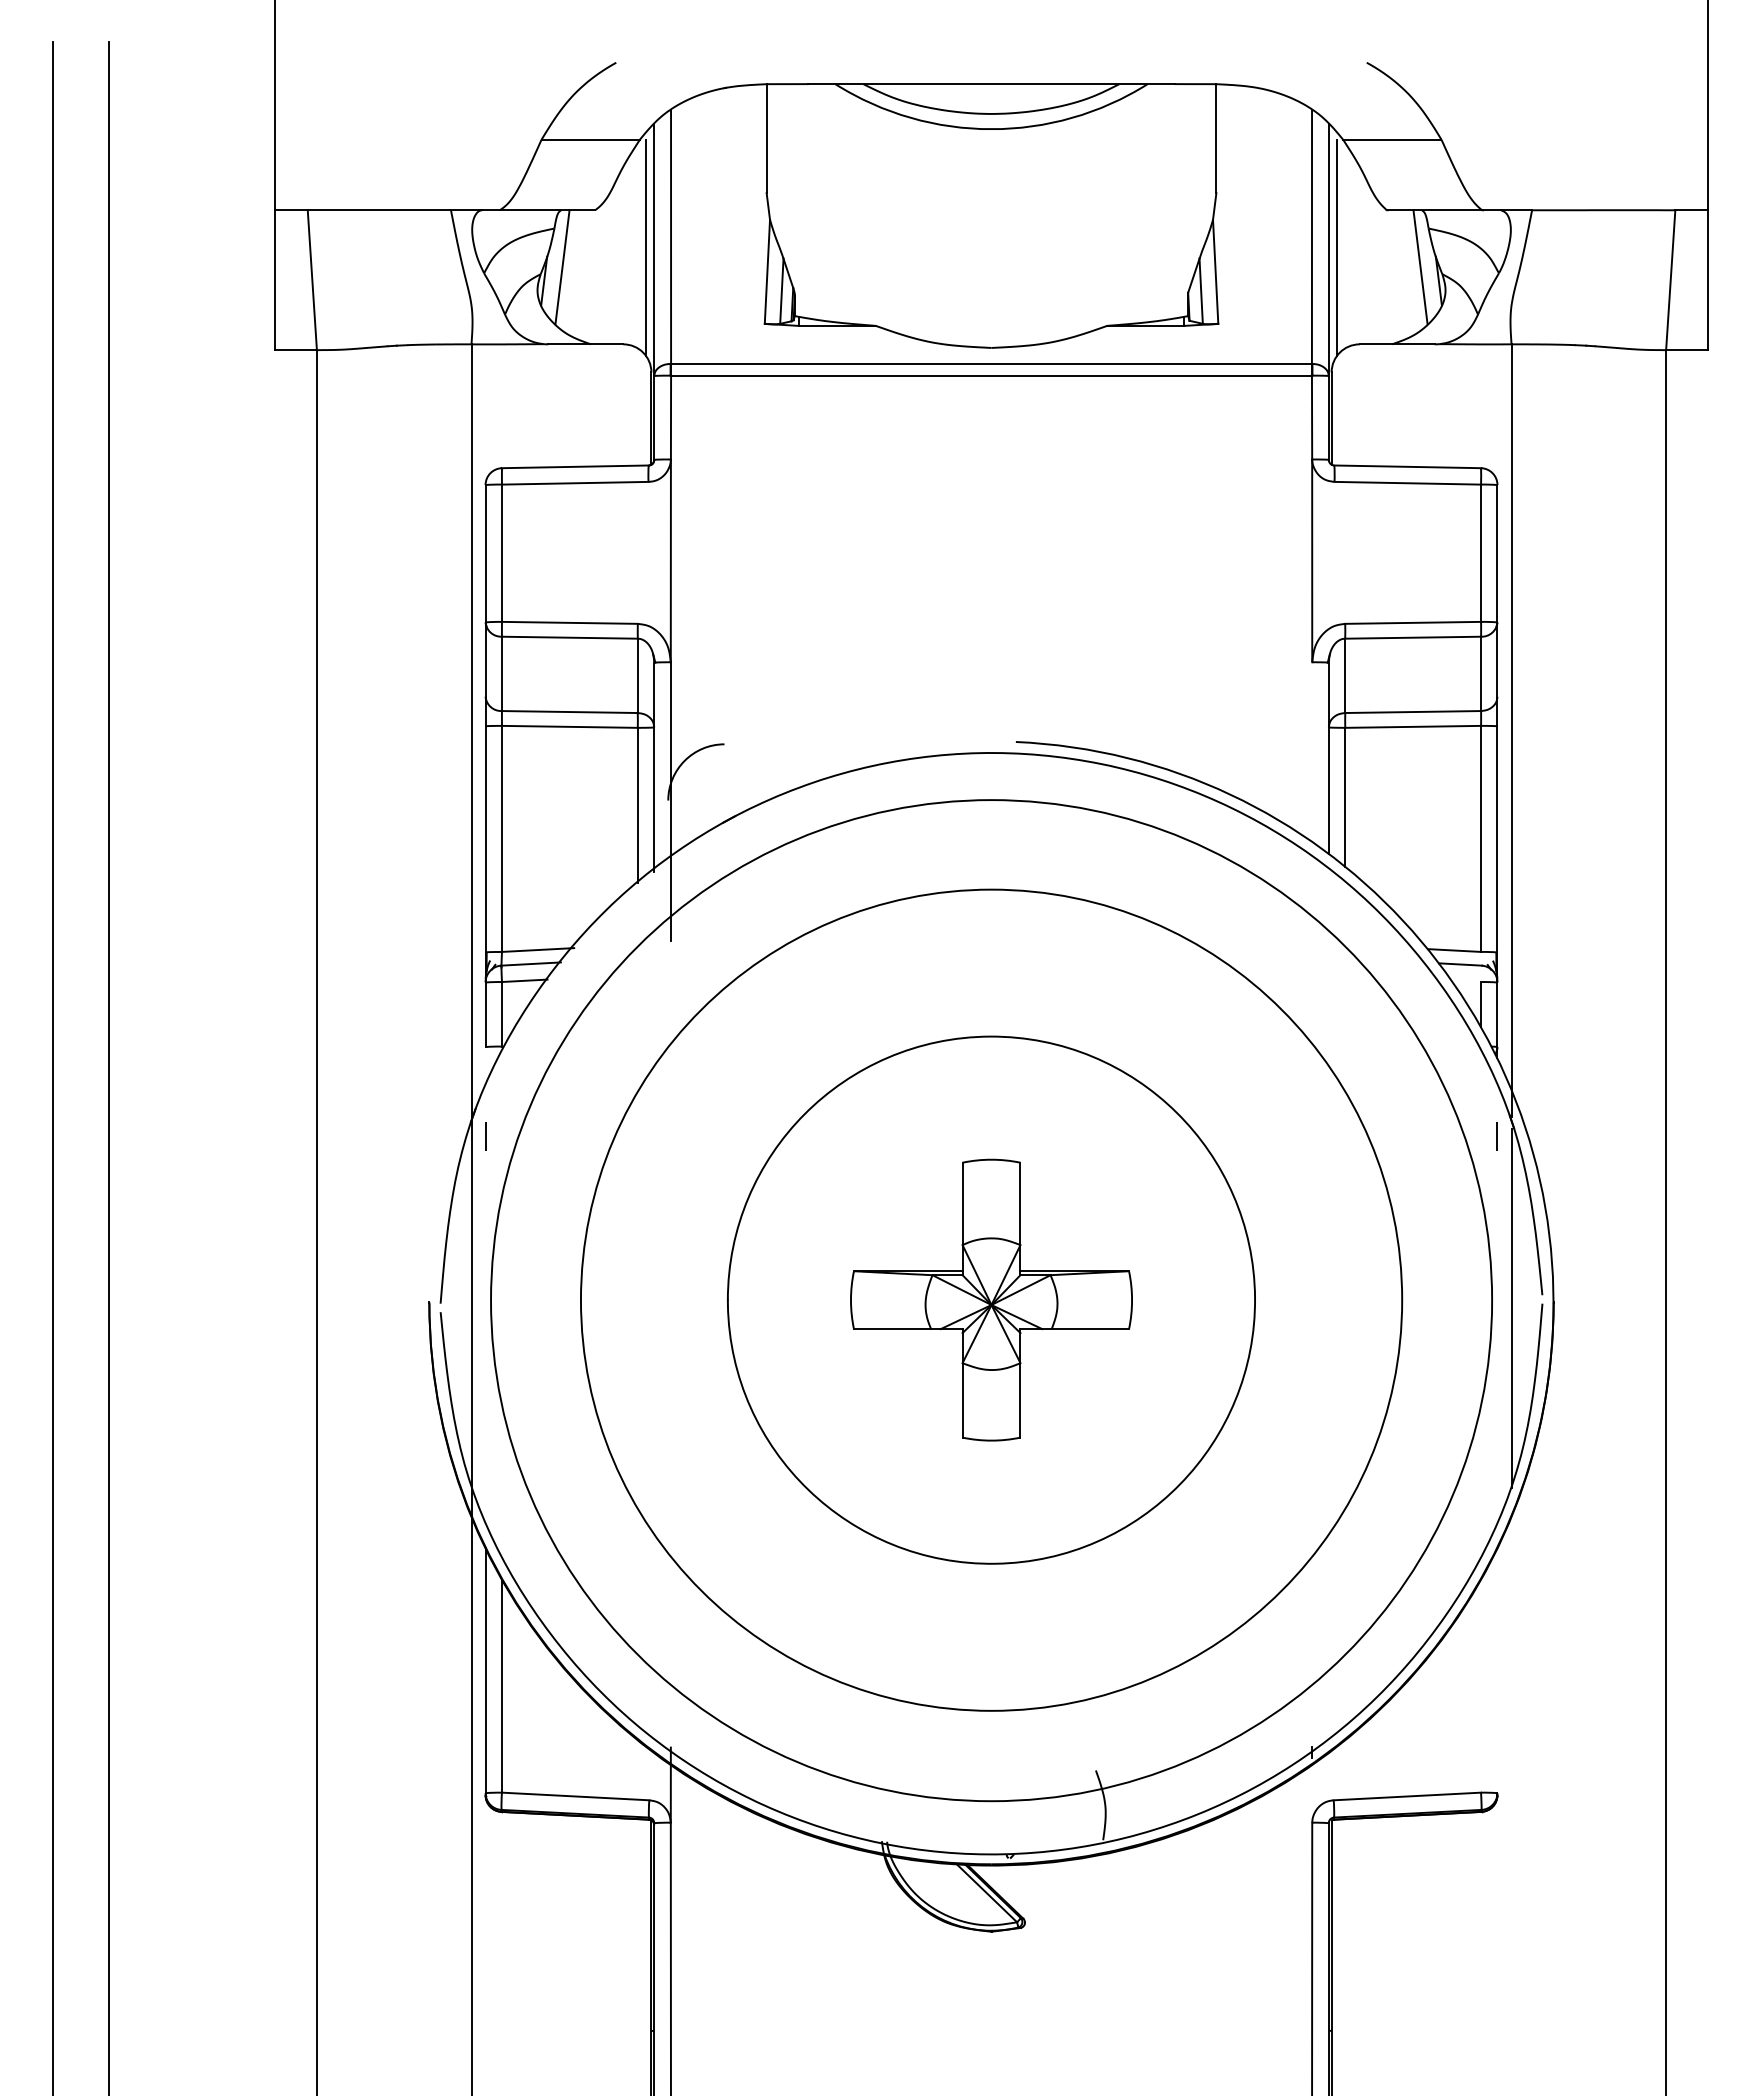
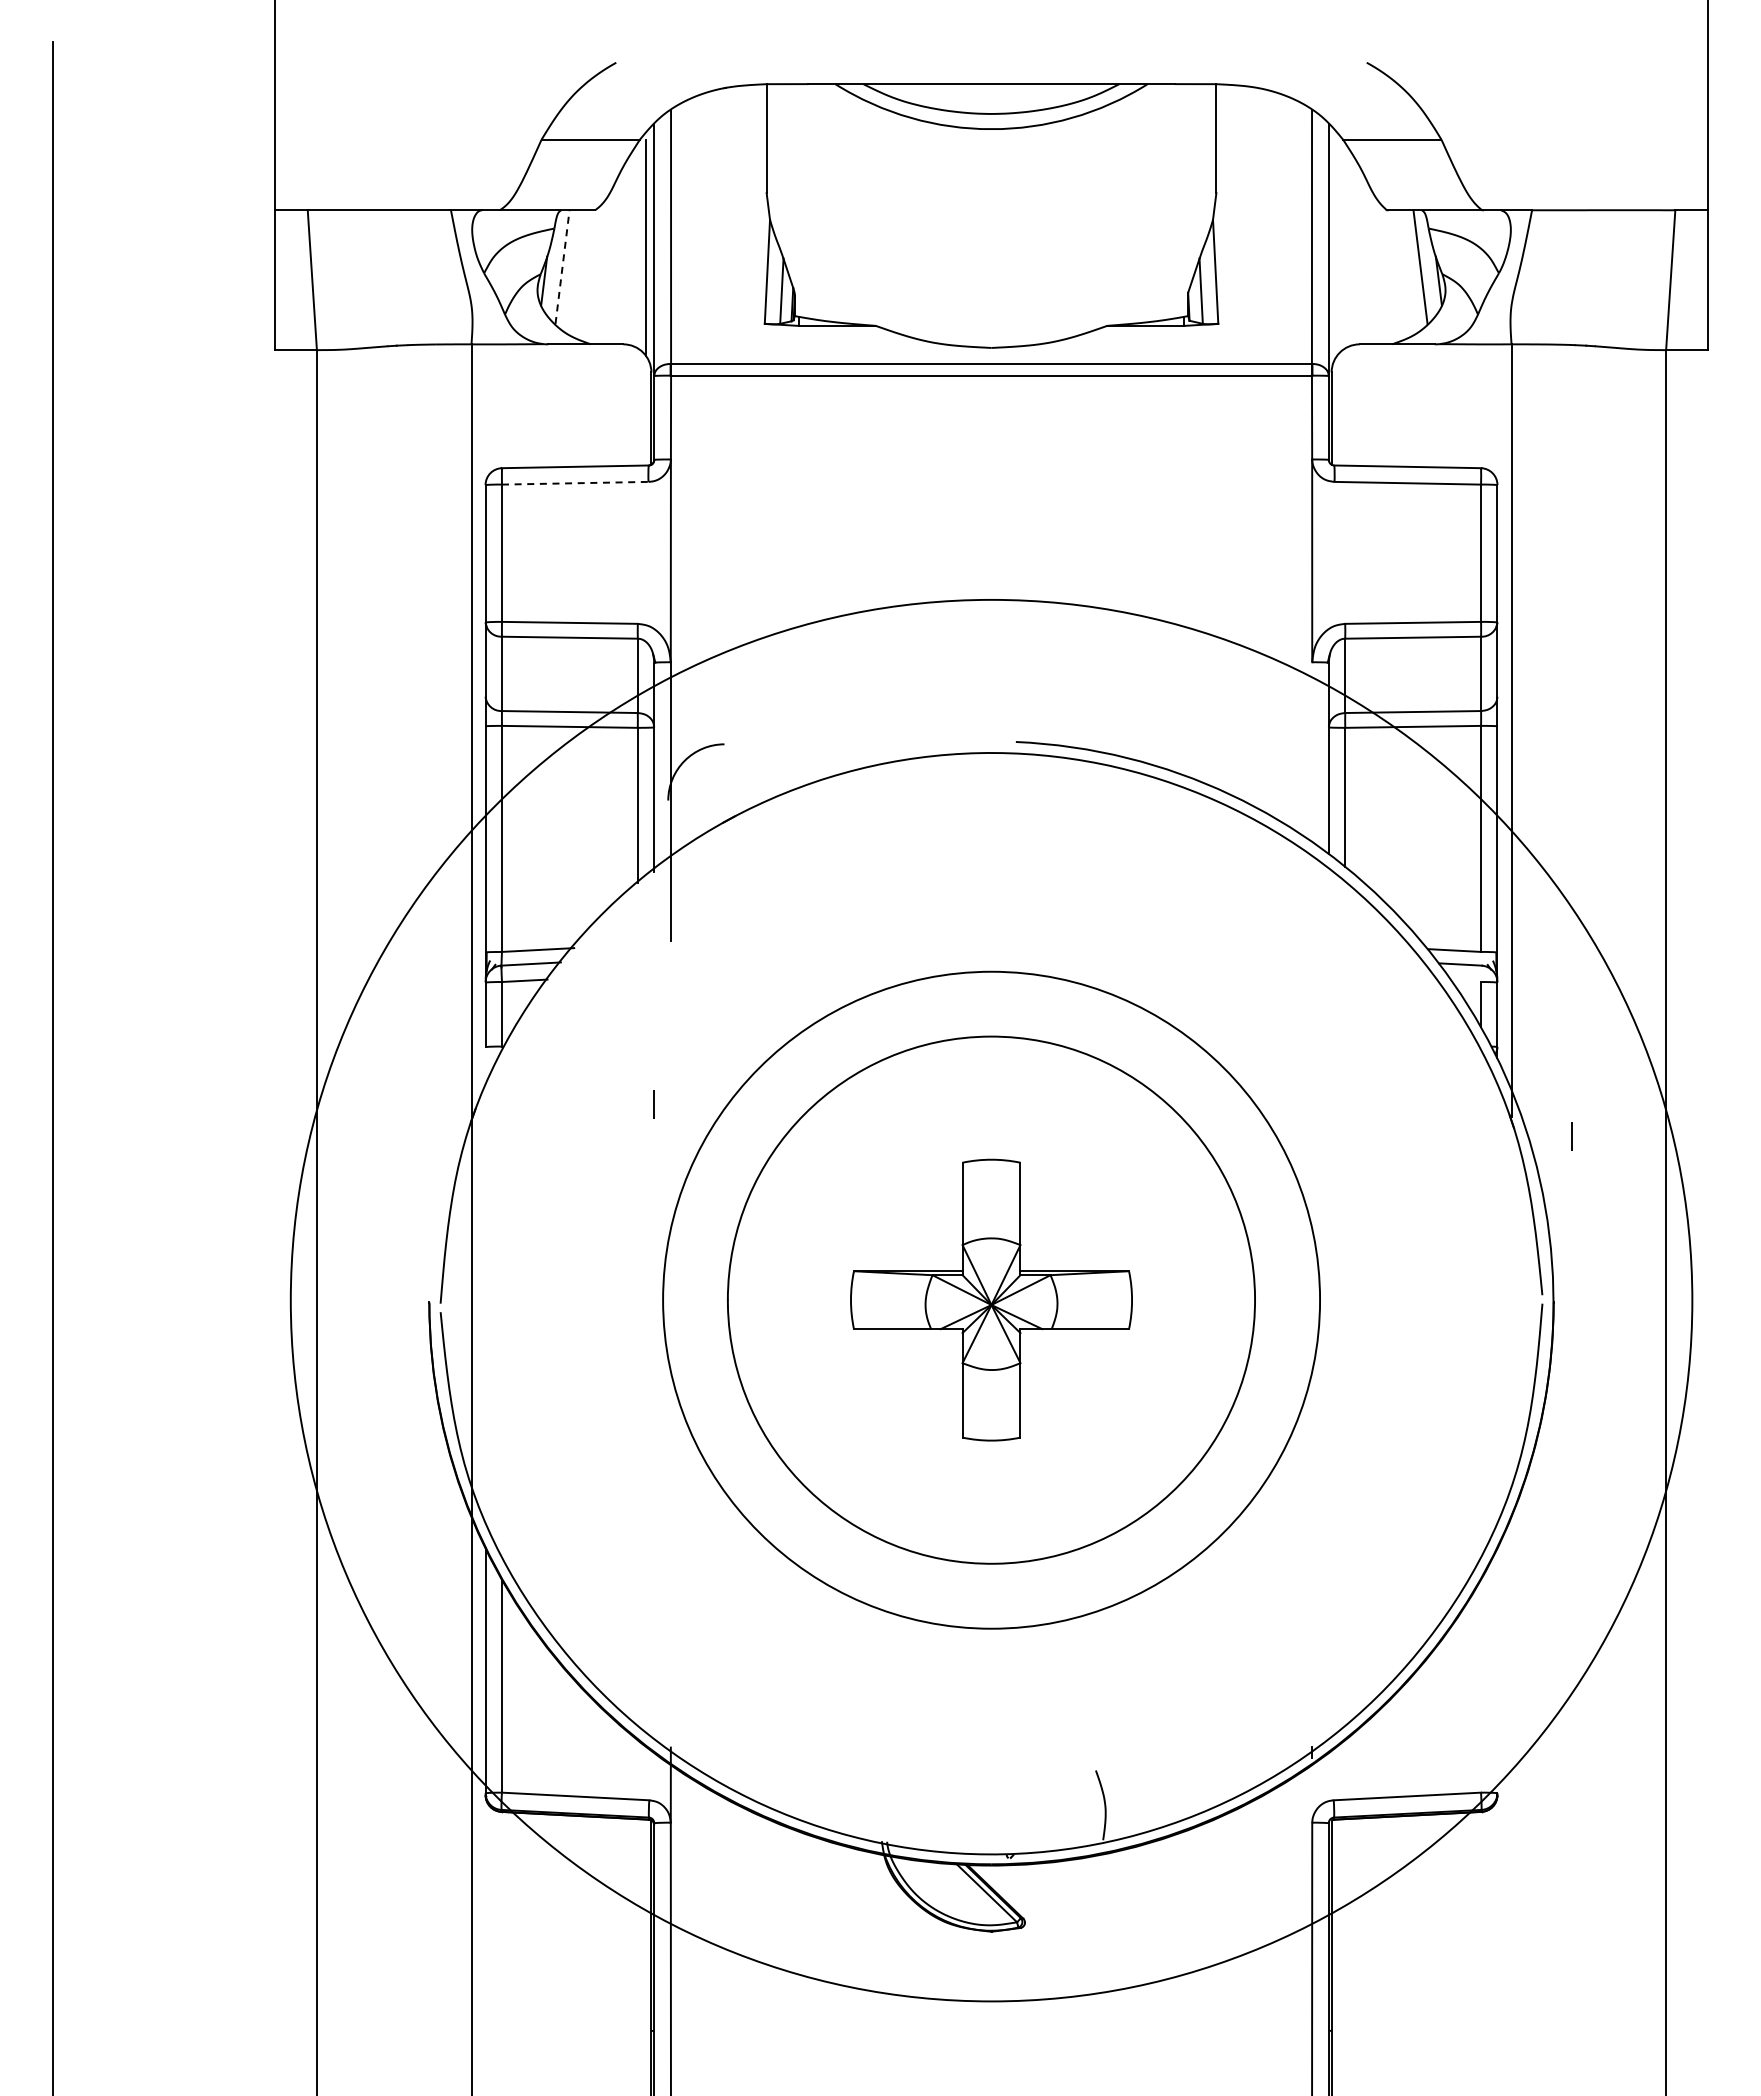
line at (1337, 247): present -> none
line at (562, 266): solid -> dashed
line at (575, 483): solid -> dashed
line at (108, 1066): present -> none
line at (485, 1136) position: (485, 1136) -> (653, 1104)
line at (1496, 1136) position: (1496, 1136) -> (1571, 1136)
circle at (991, 1299) diameter: 821 px -> 657 px
circle at (991, 1300) diameter: 1001 px -> 1402 px
line at (1511, 1308): present -> none
